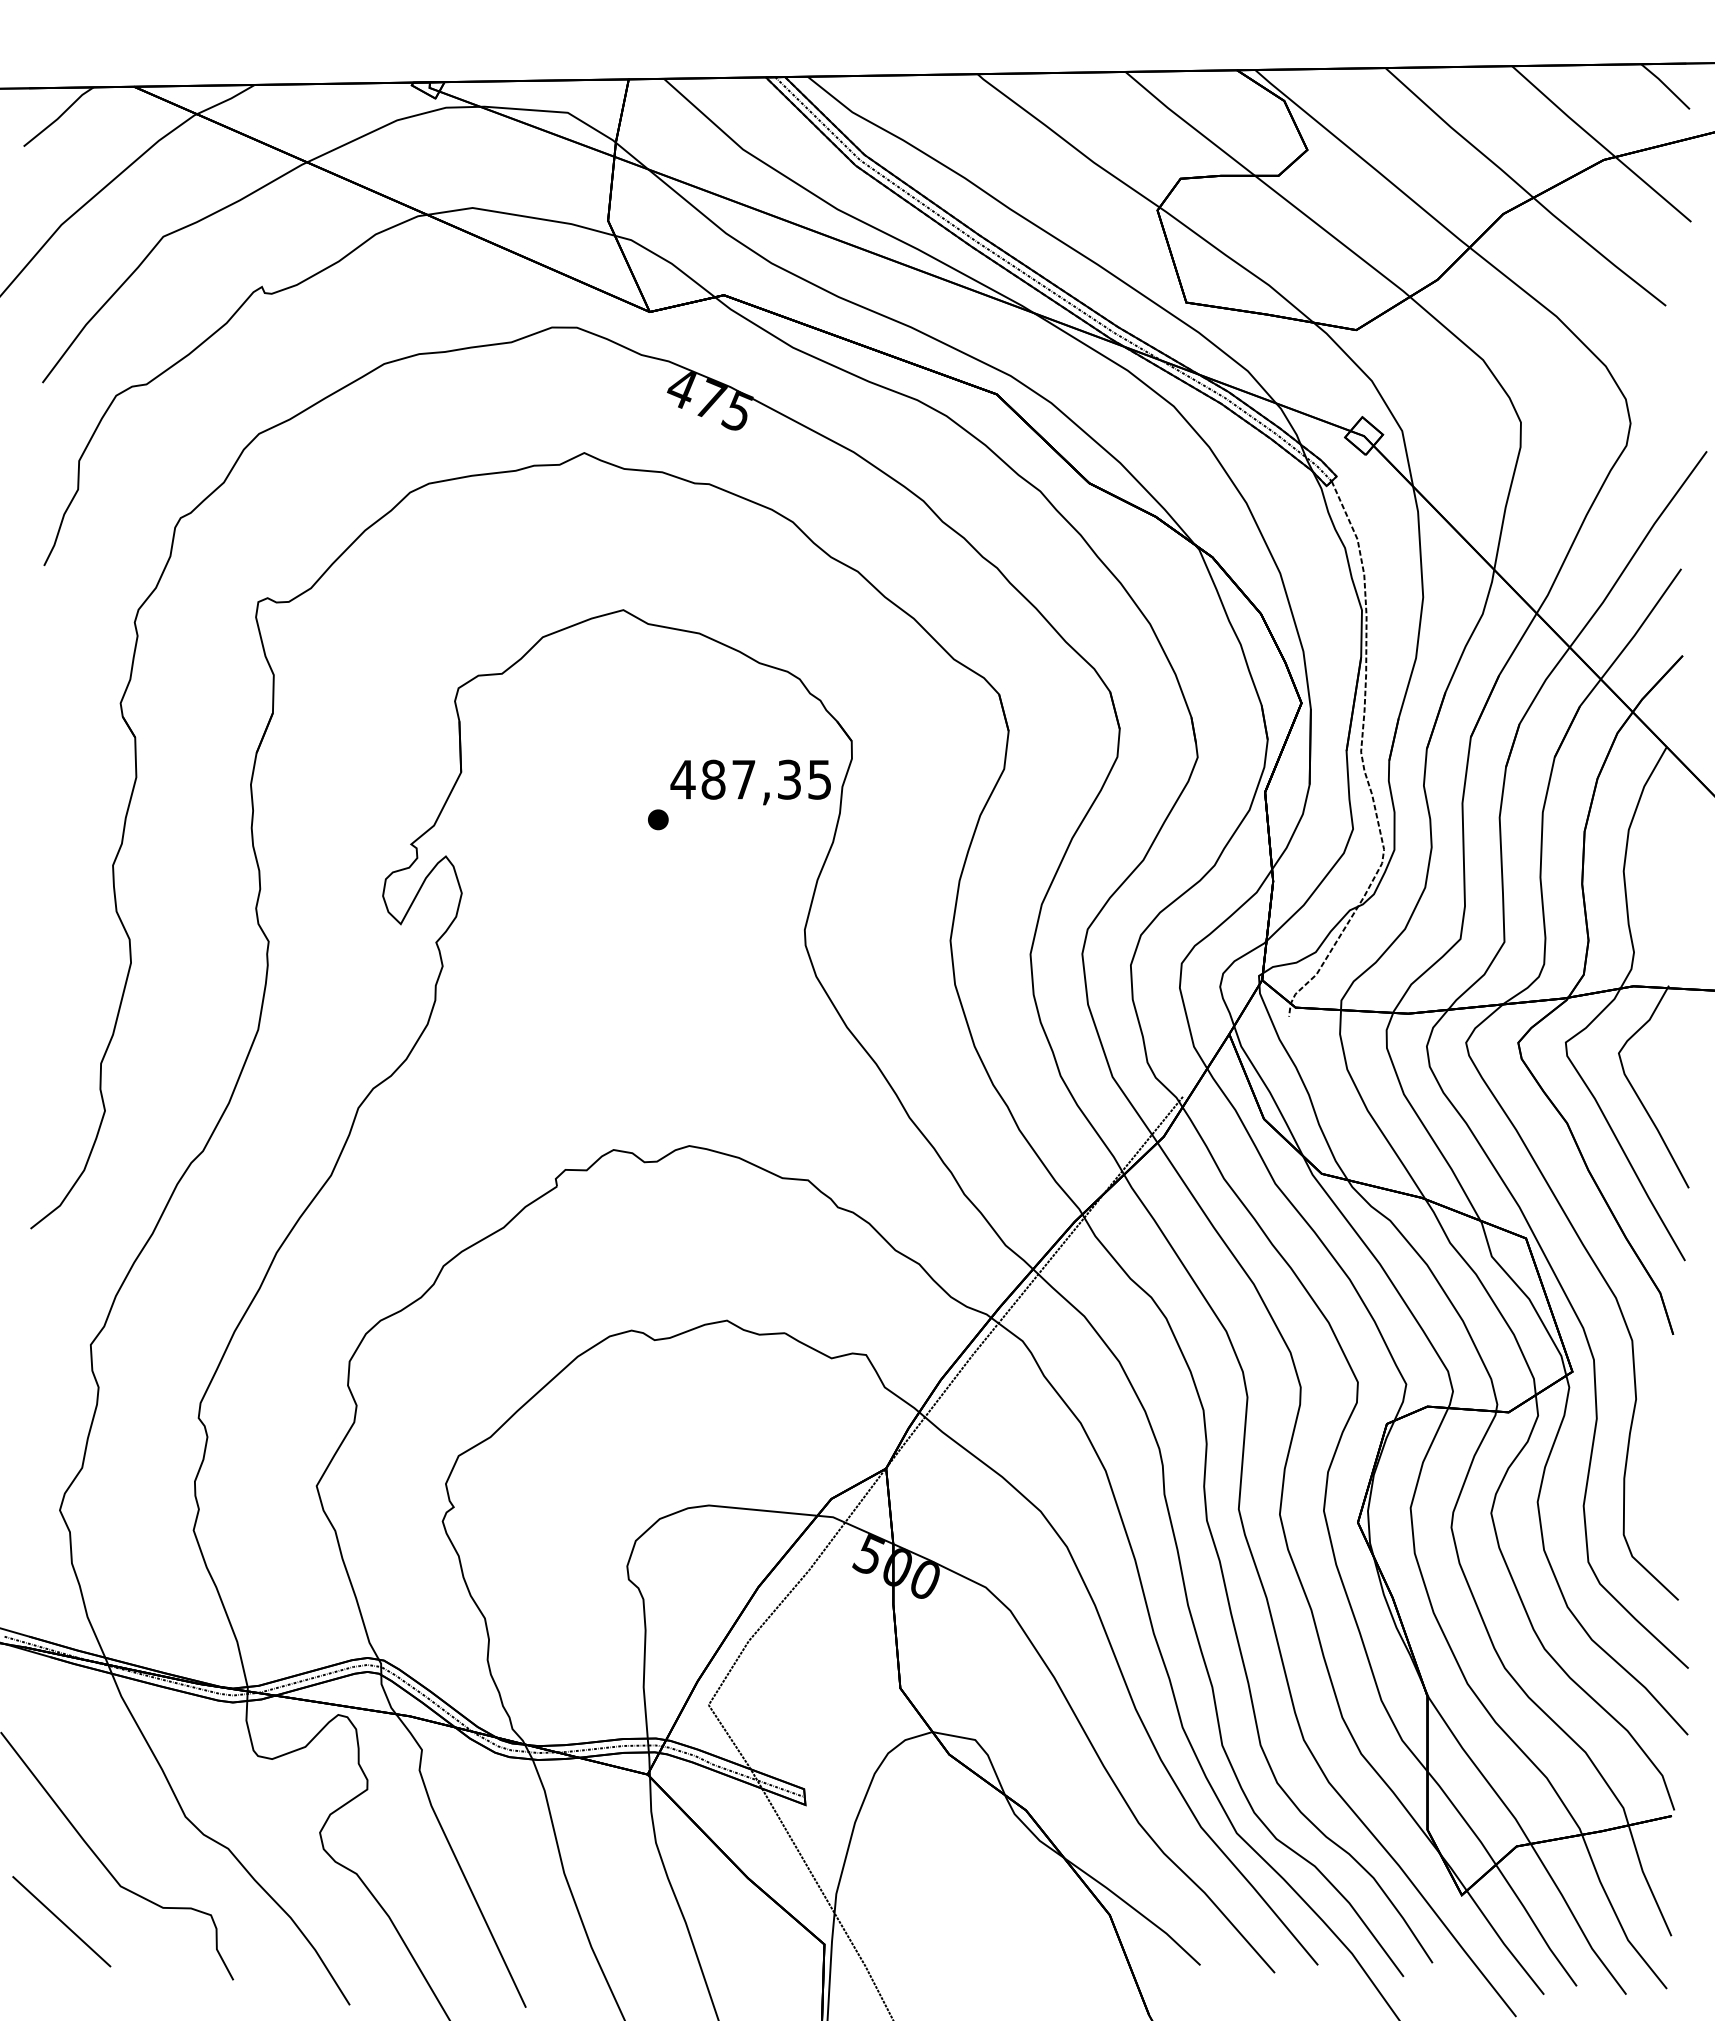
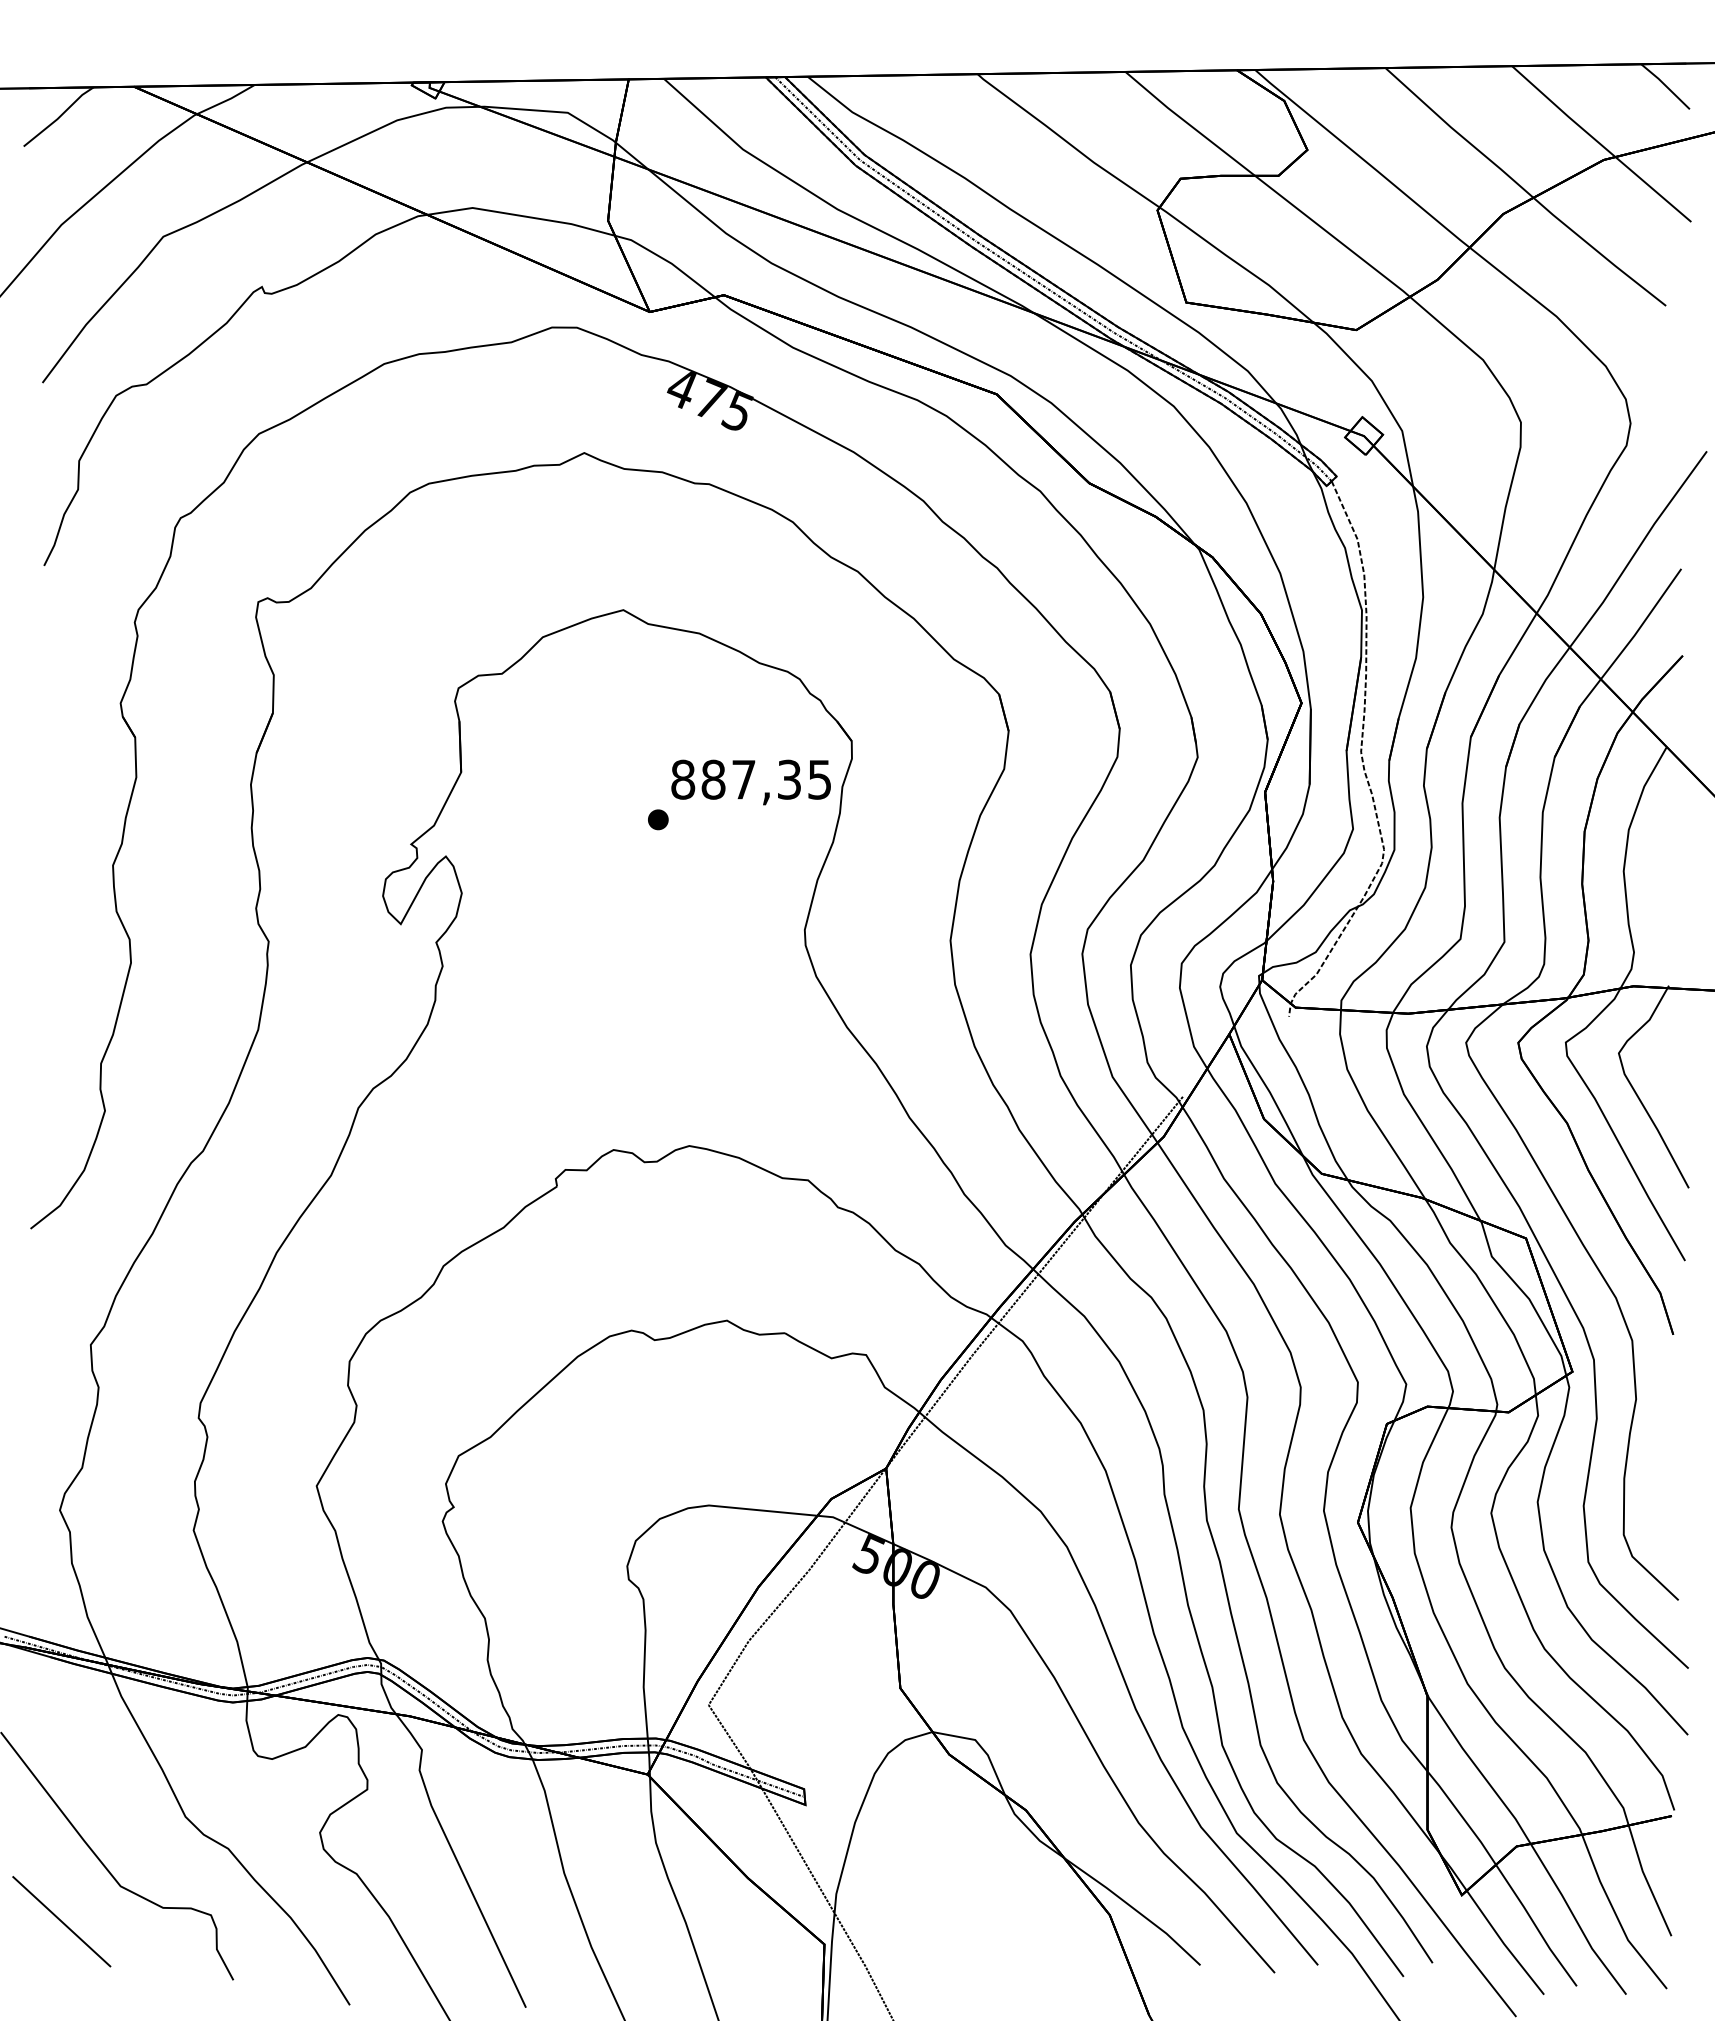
text at (682, 779): 487,35 -> 887,35
